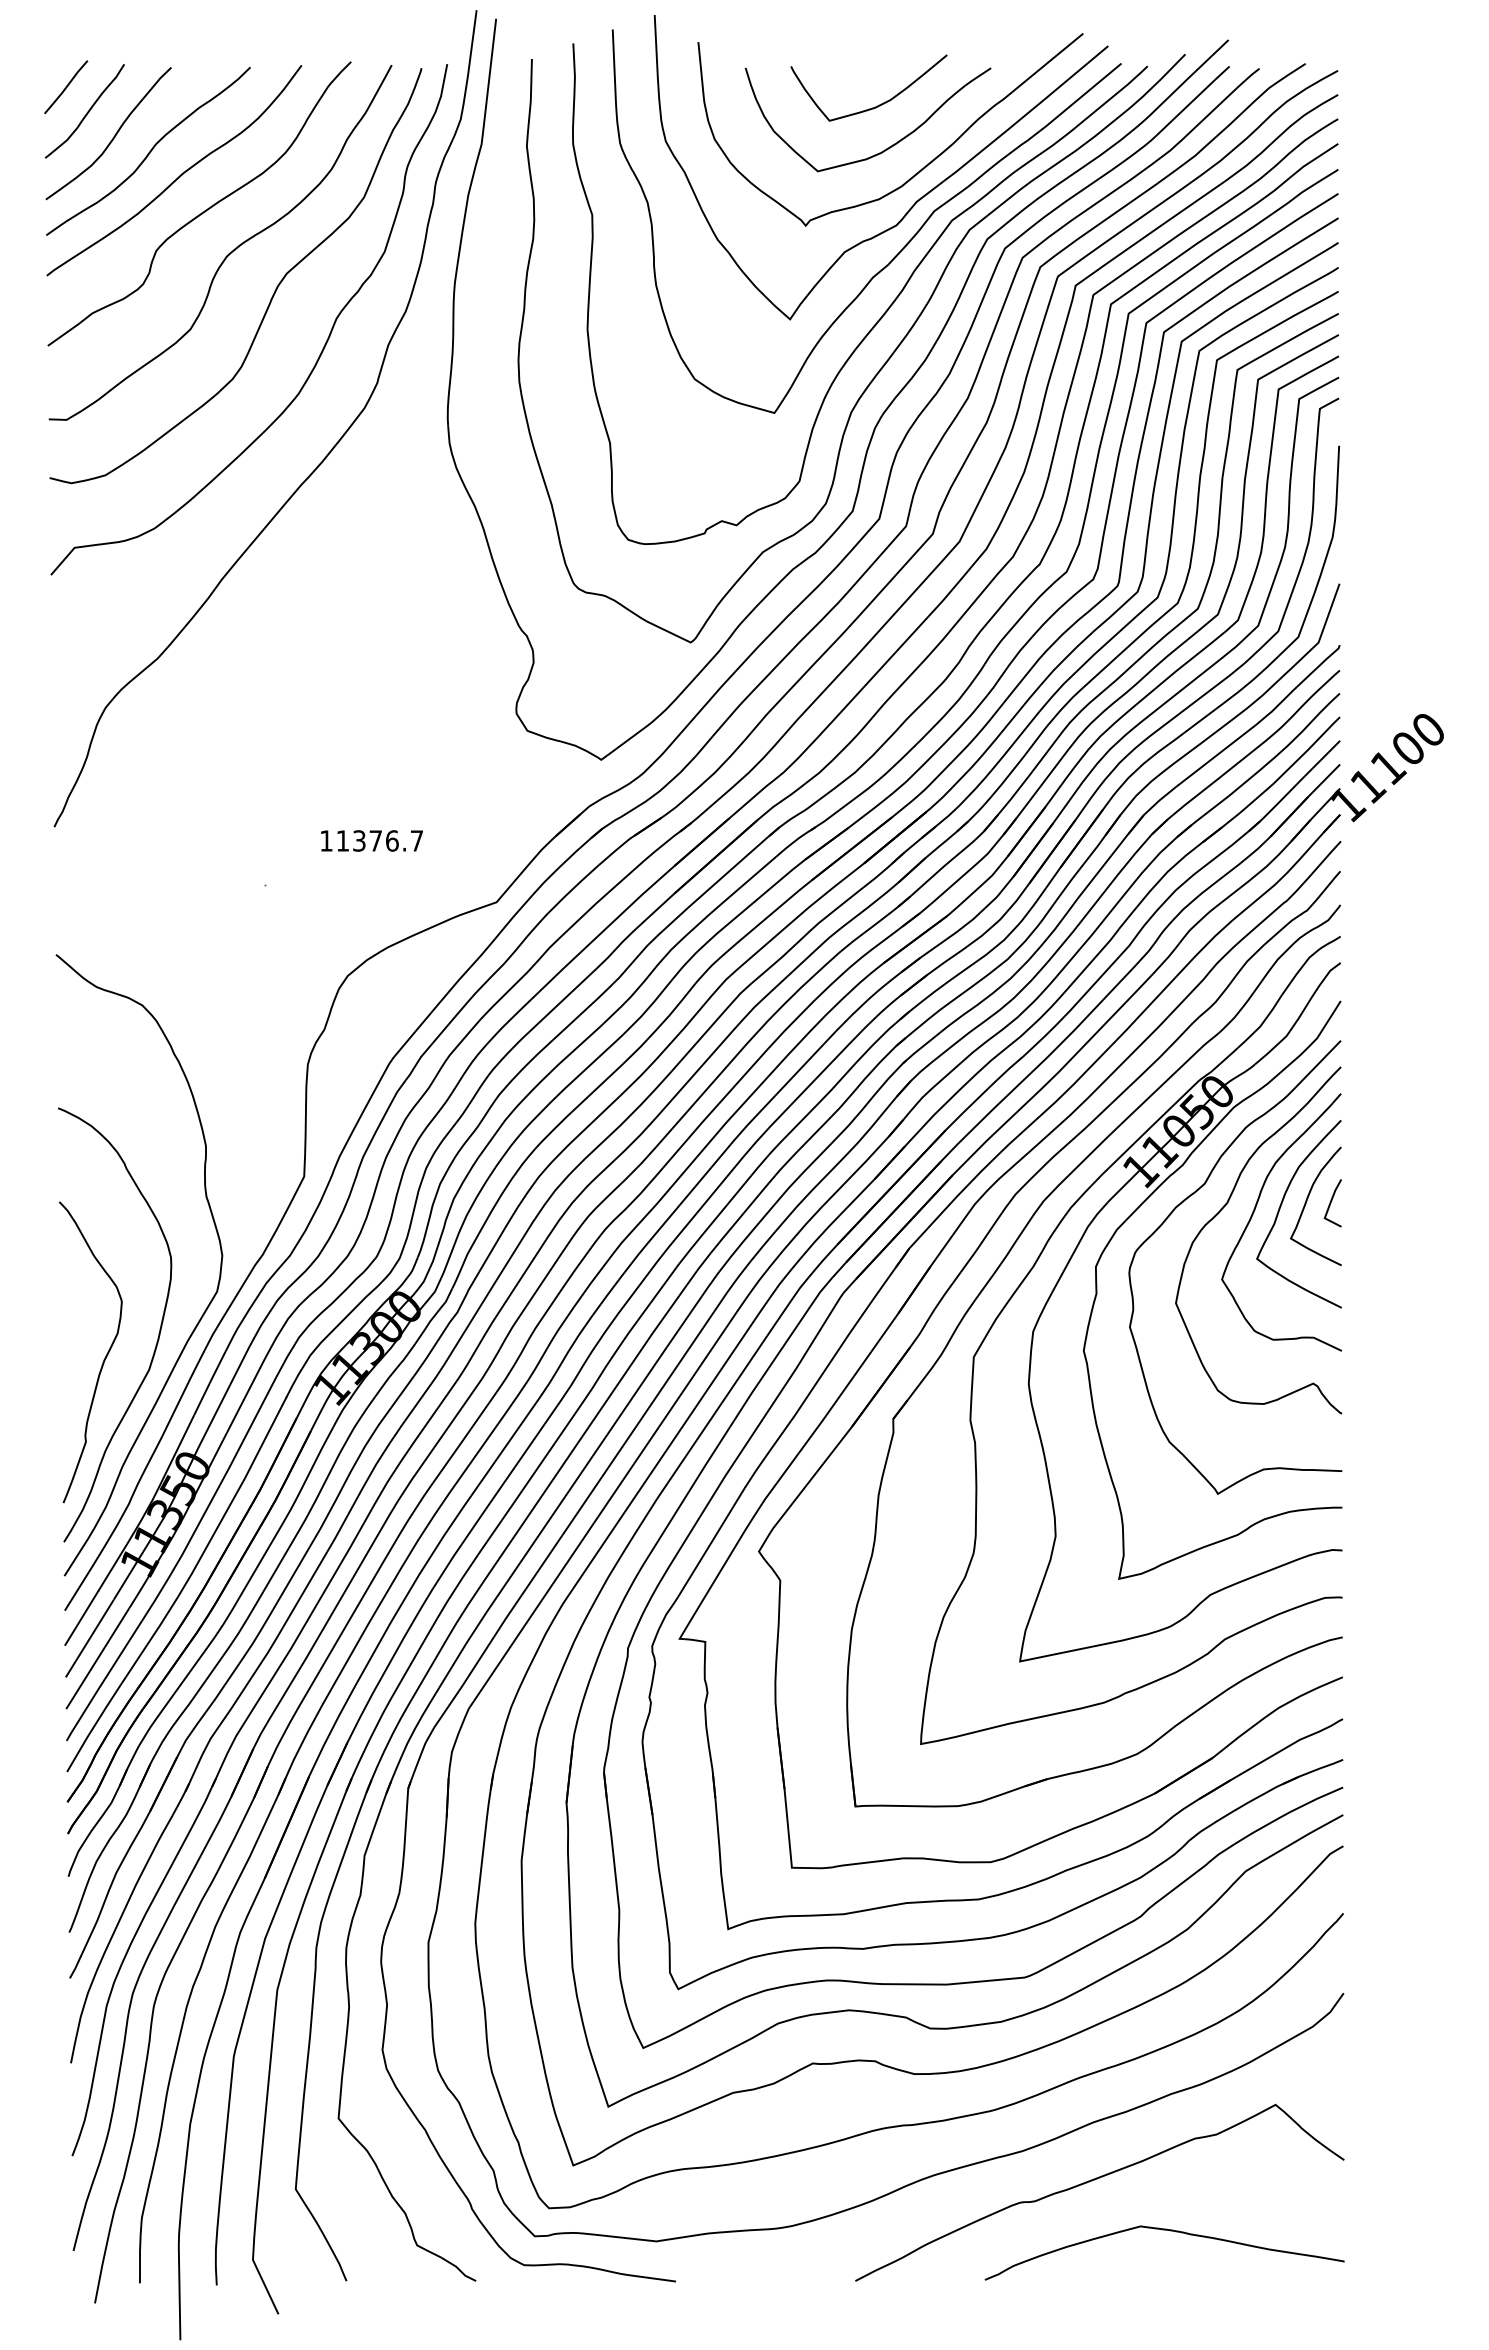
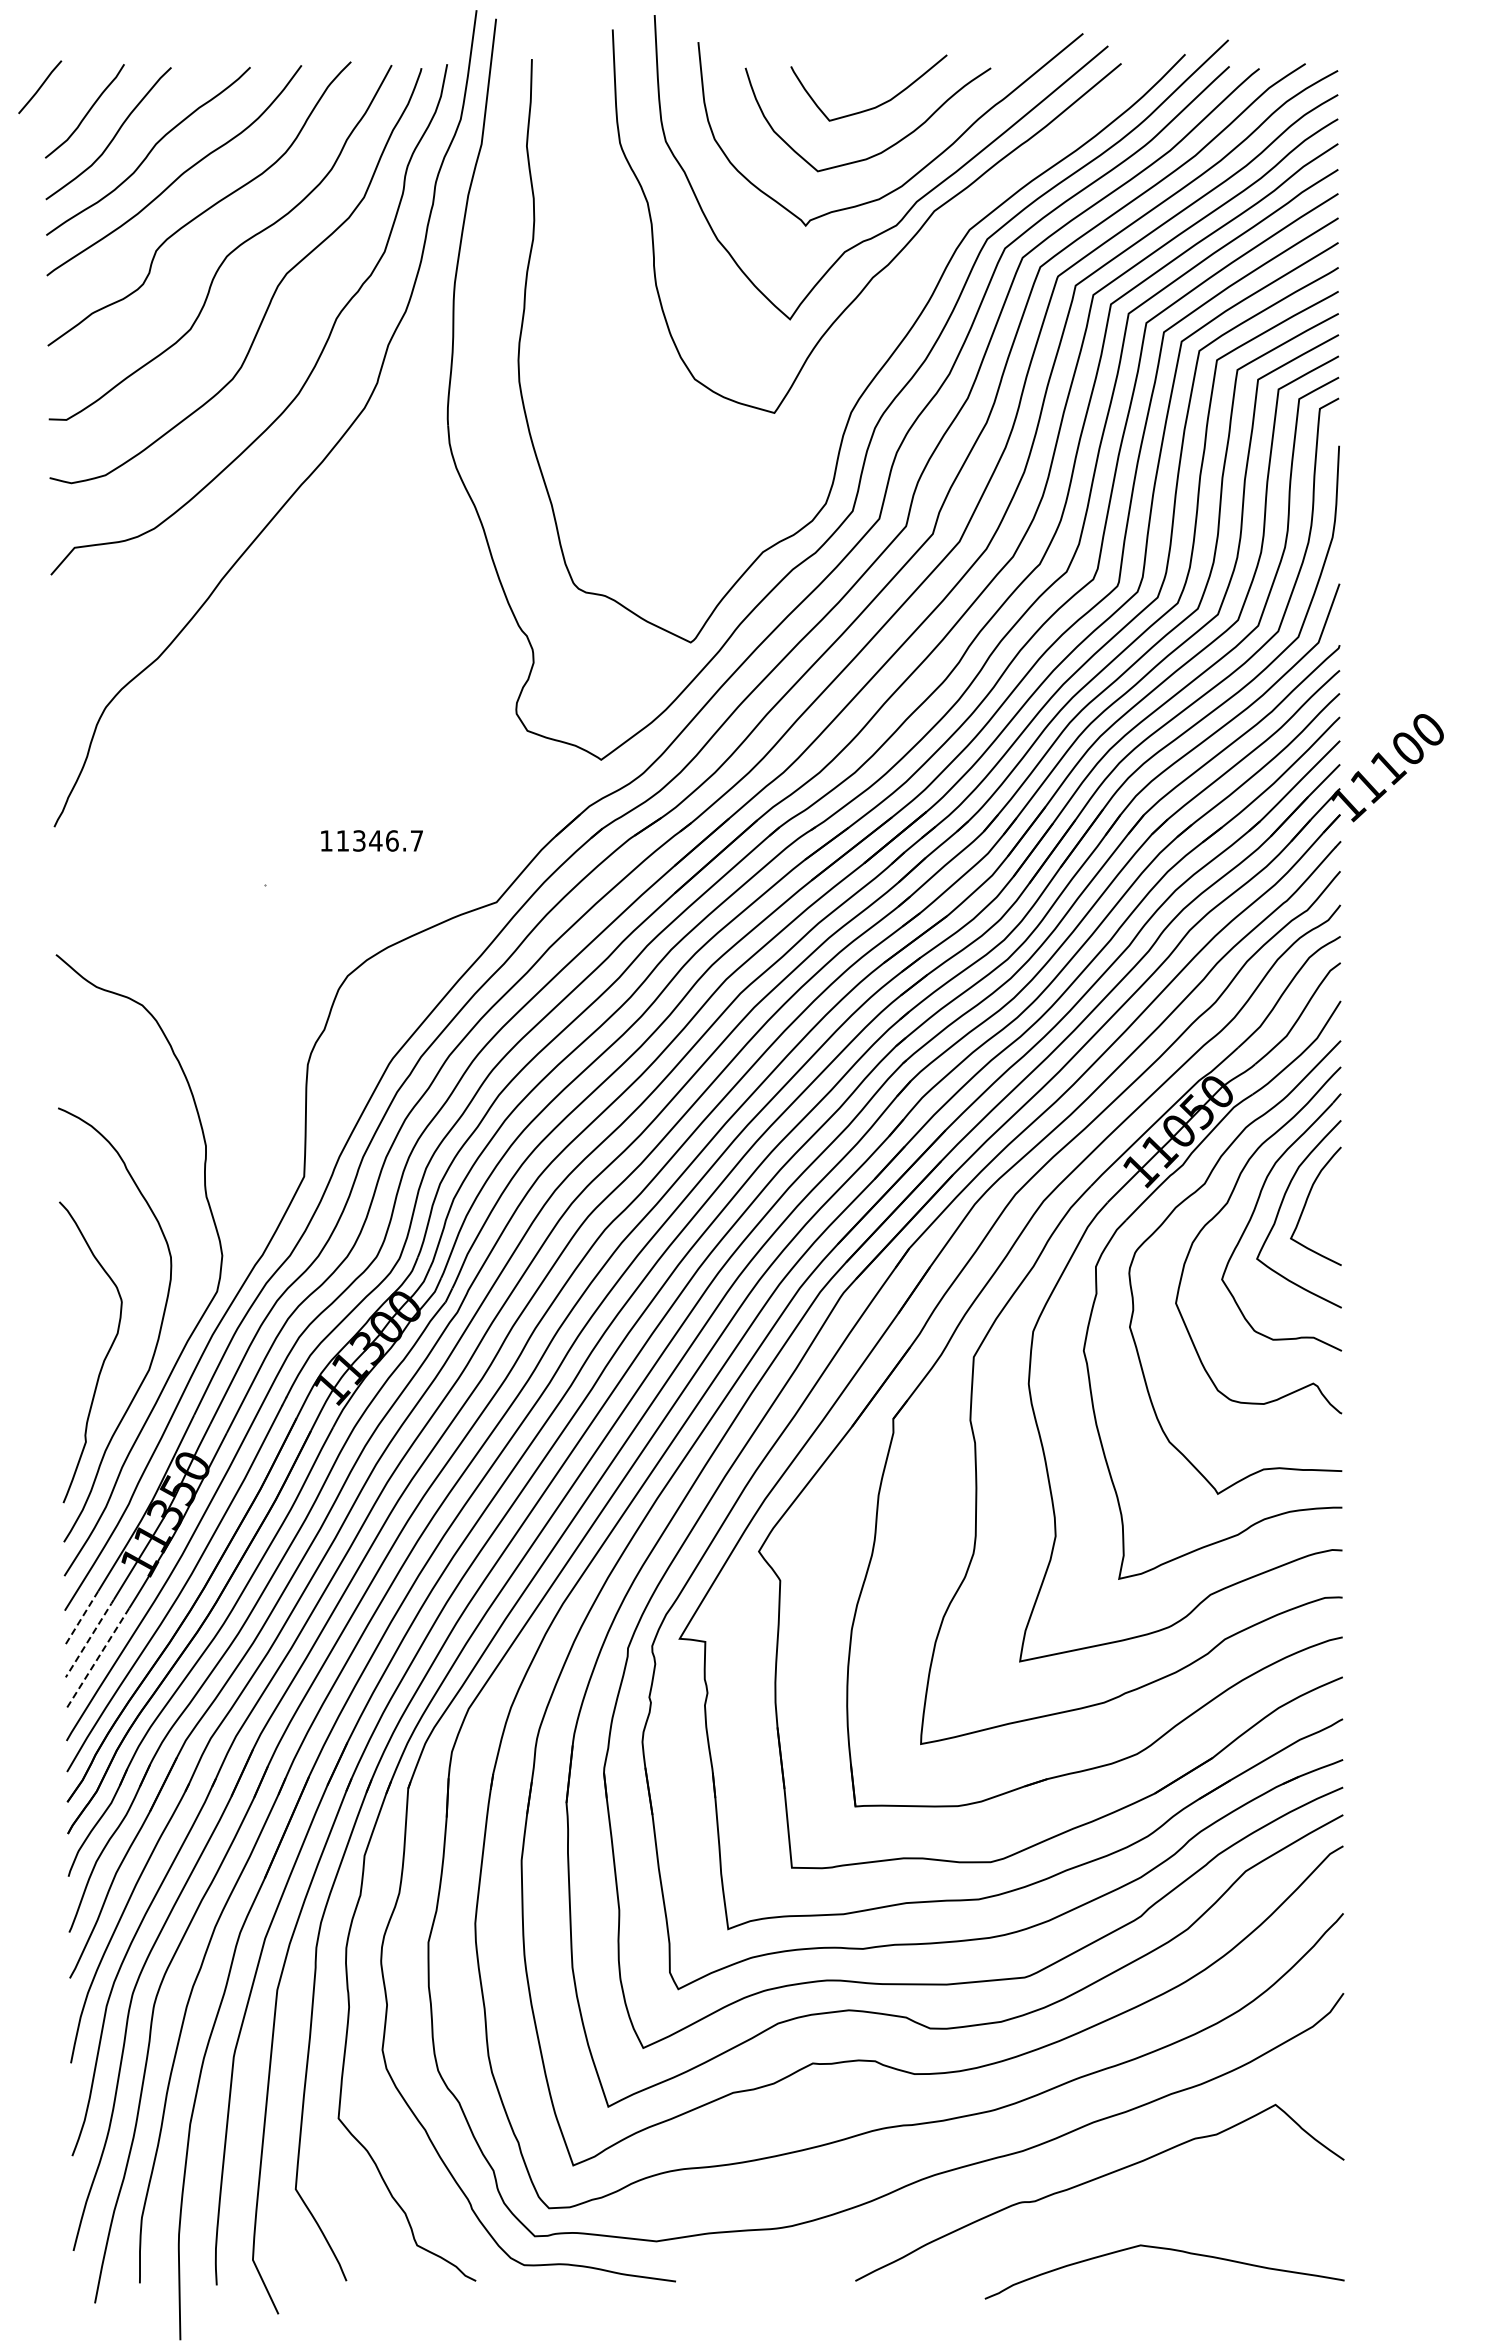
line at (66, 87) position: (66, 87) -> (40, 87)
curve at (882, 314): present -> none
text at (375, 840): 11376.7 -> 11346.7
curve at (1331, 1203): present -> none
line at (81, 1618): solid -> dashed
line at (89, 1638): solid -> dashed
line at (97, 1659): solid -> dashed
curve at (1170, 2231) position: (1170, 2231) -> (1170, 2250)
